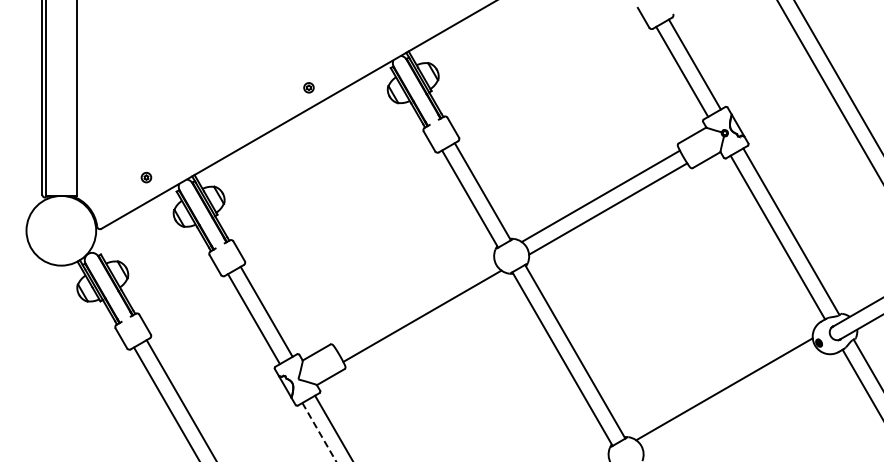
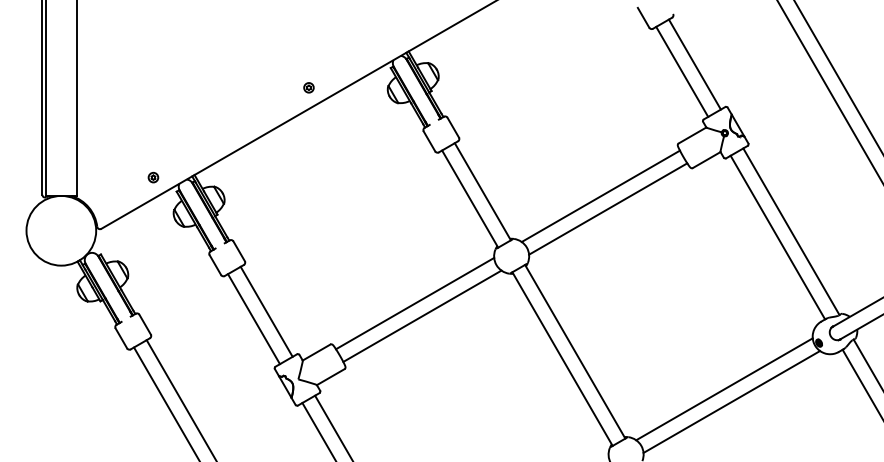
part at (146, 177) position: (146, 177) -> (153, 177)
line at (415, 303): none -> present
line at (731, 401): none -> present
line at (319, 432): dashed -> solid
